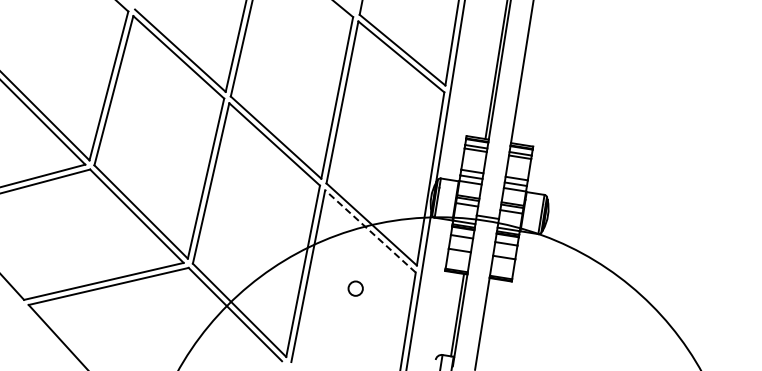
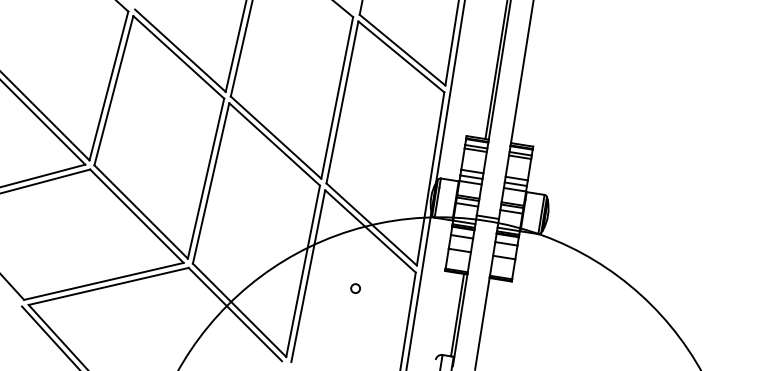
line at (370, 231): dashed -> solid
circle at (355, 288) size: 17x17 px -> 11x11 px
line at (49, 336): none -> present
